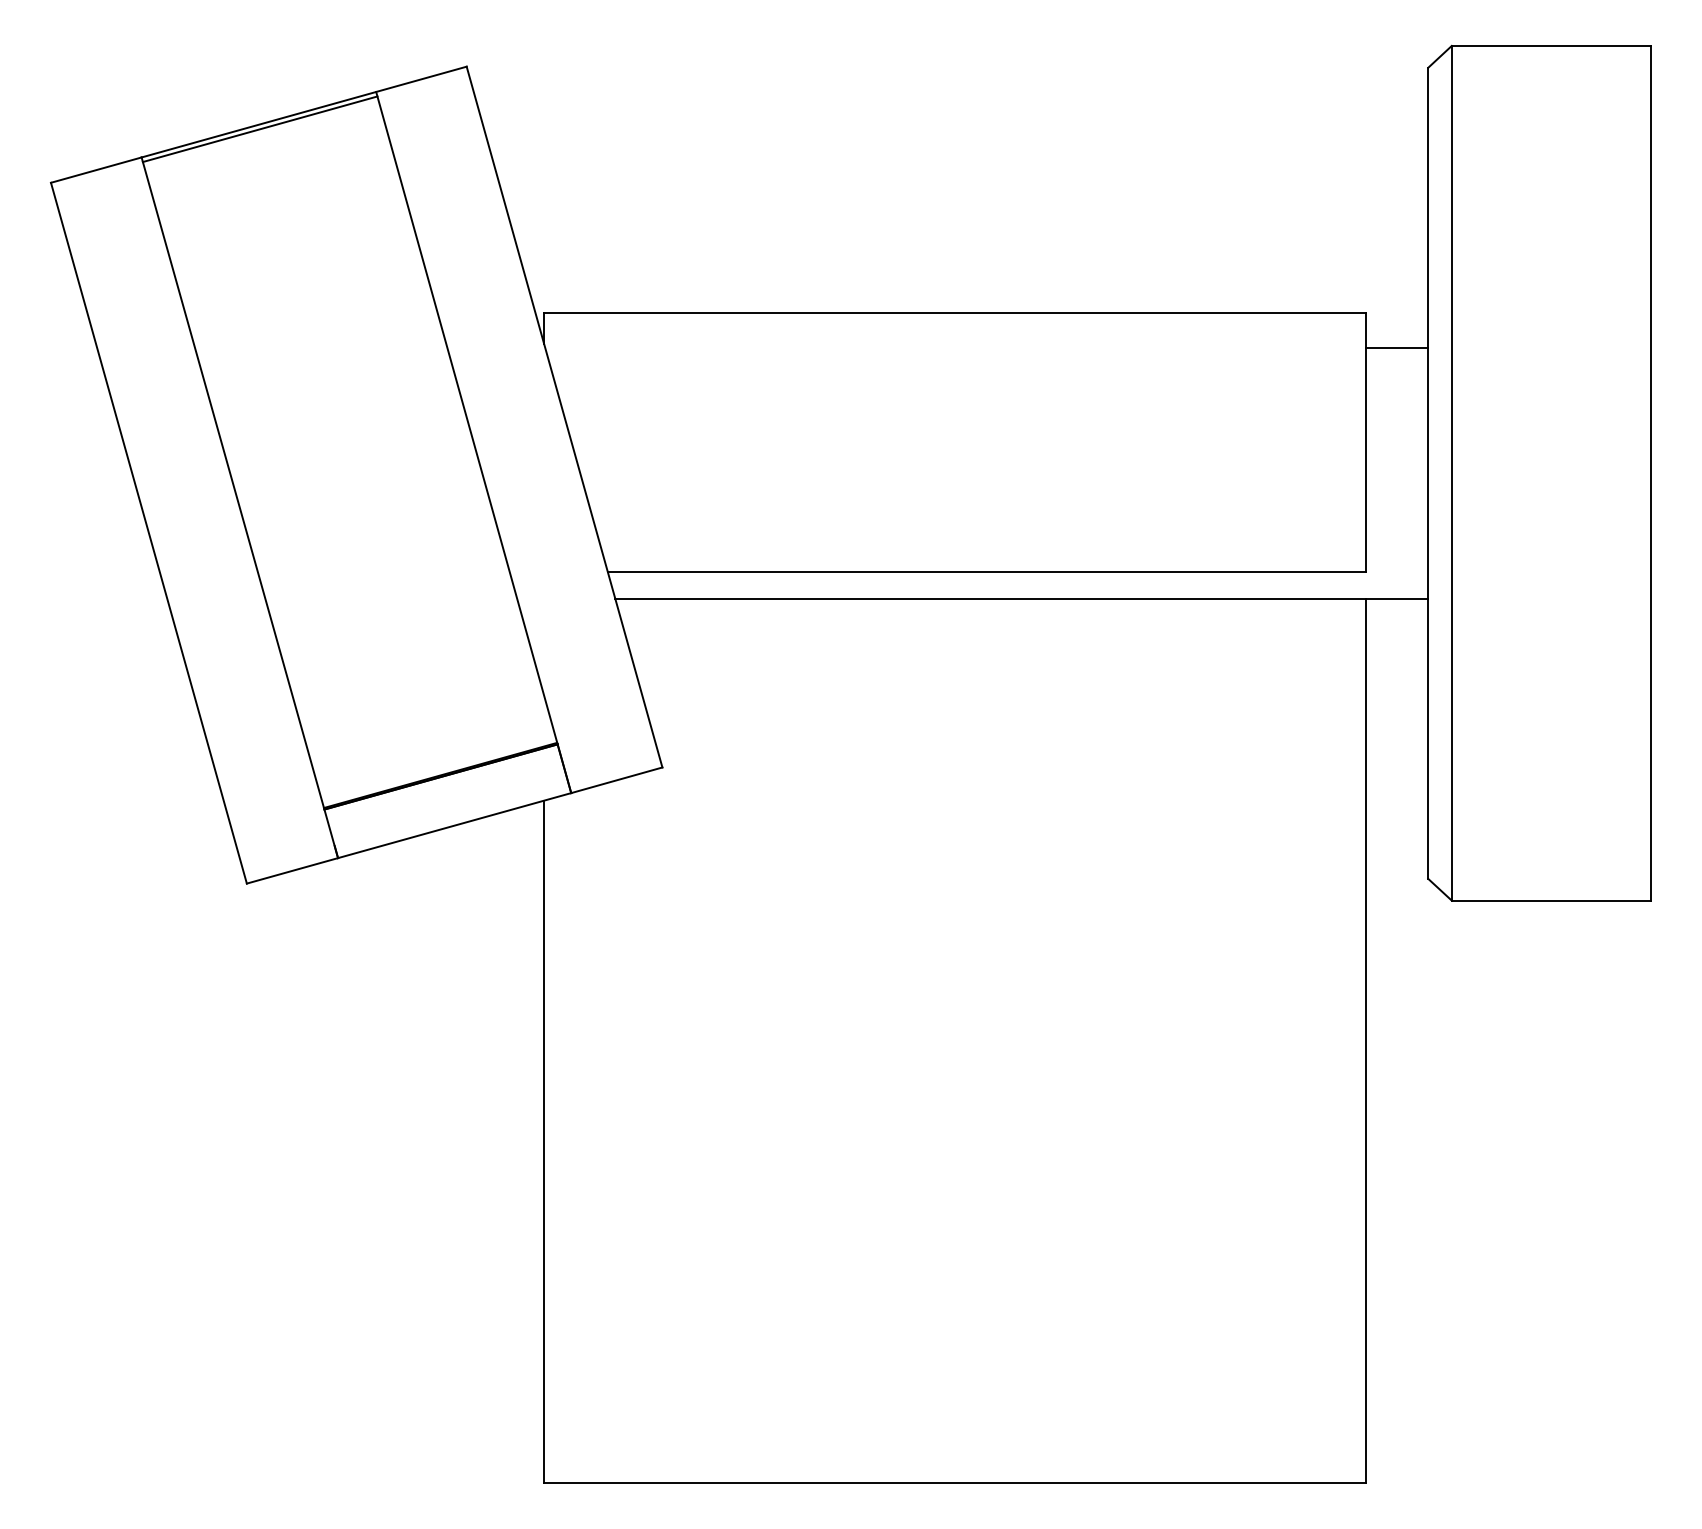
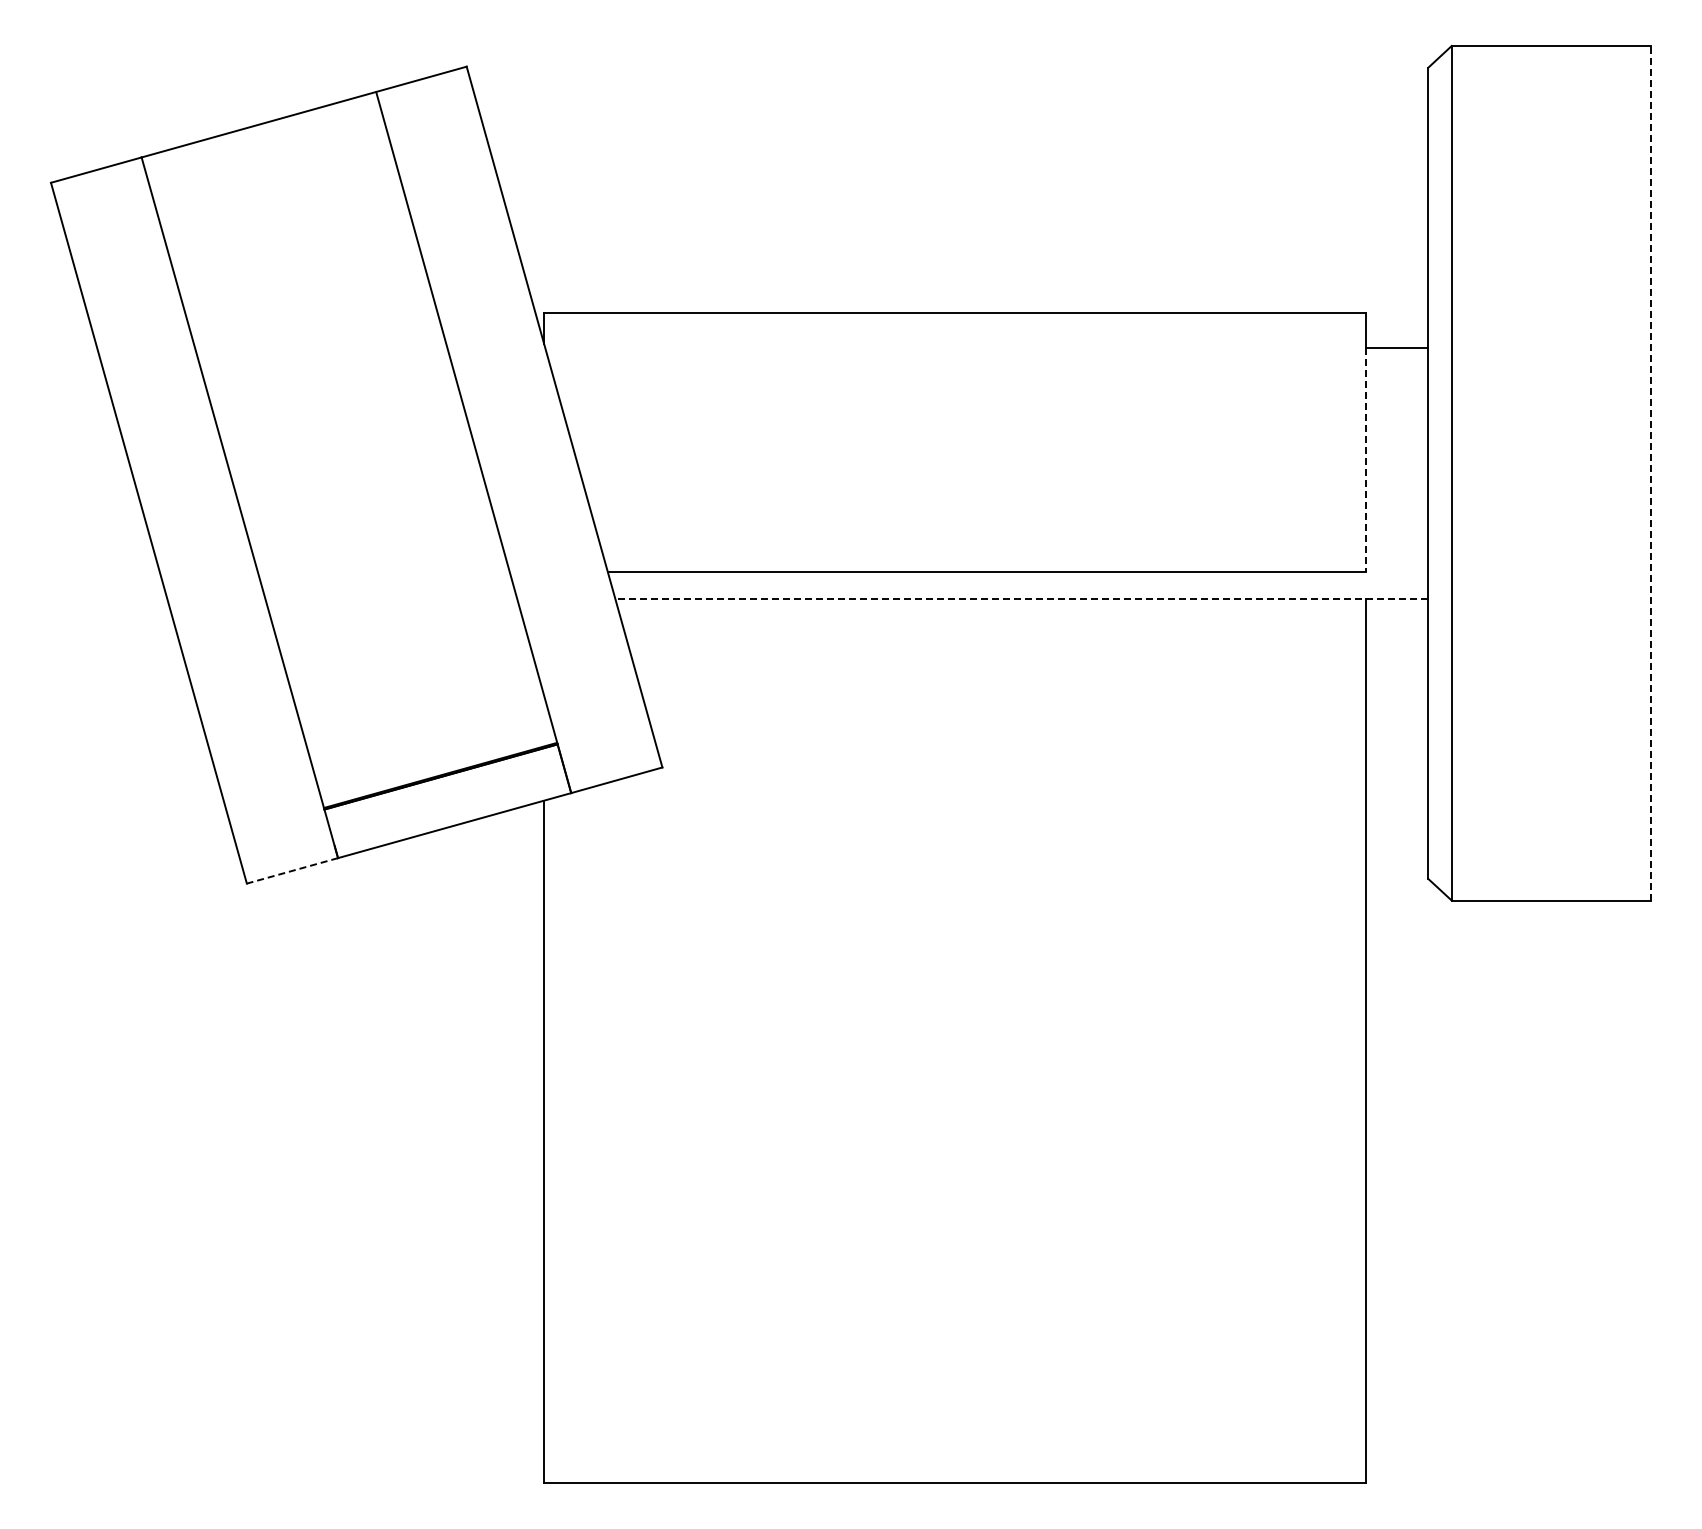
line at (259, 129): present -> none
line at (1365, 460): solid -> dashed
line at (1650, 472): solid -> dashed
line at (1021, 598): solid -> dashed
line at (291, 871): solid -> dashed
